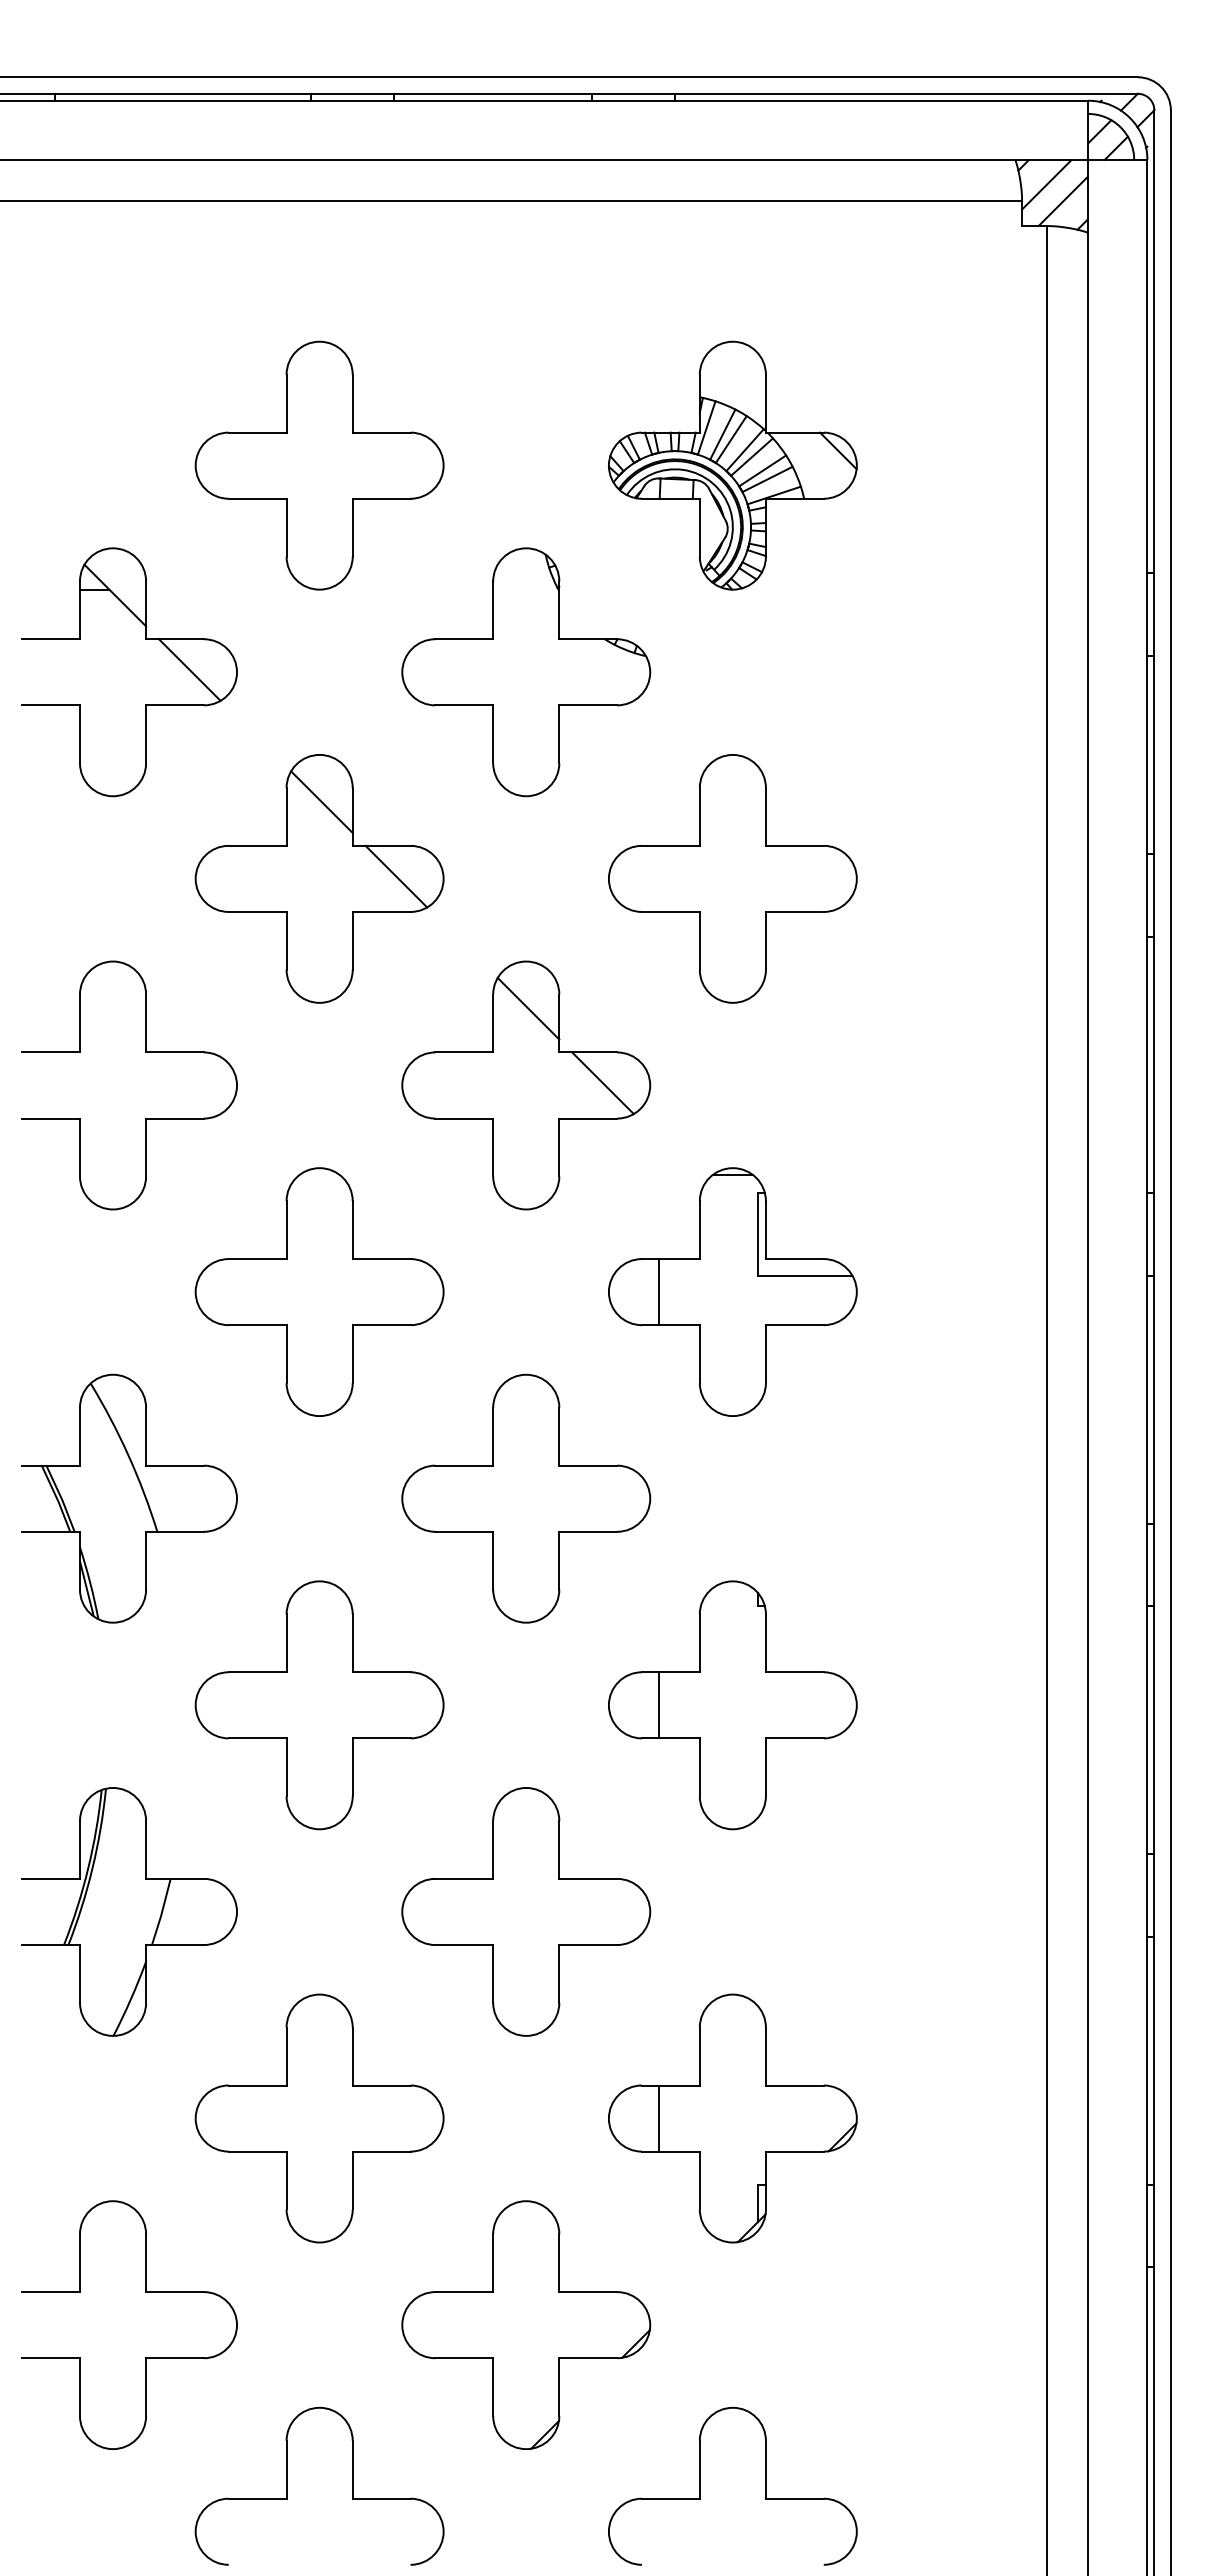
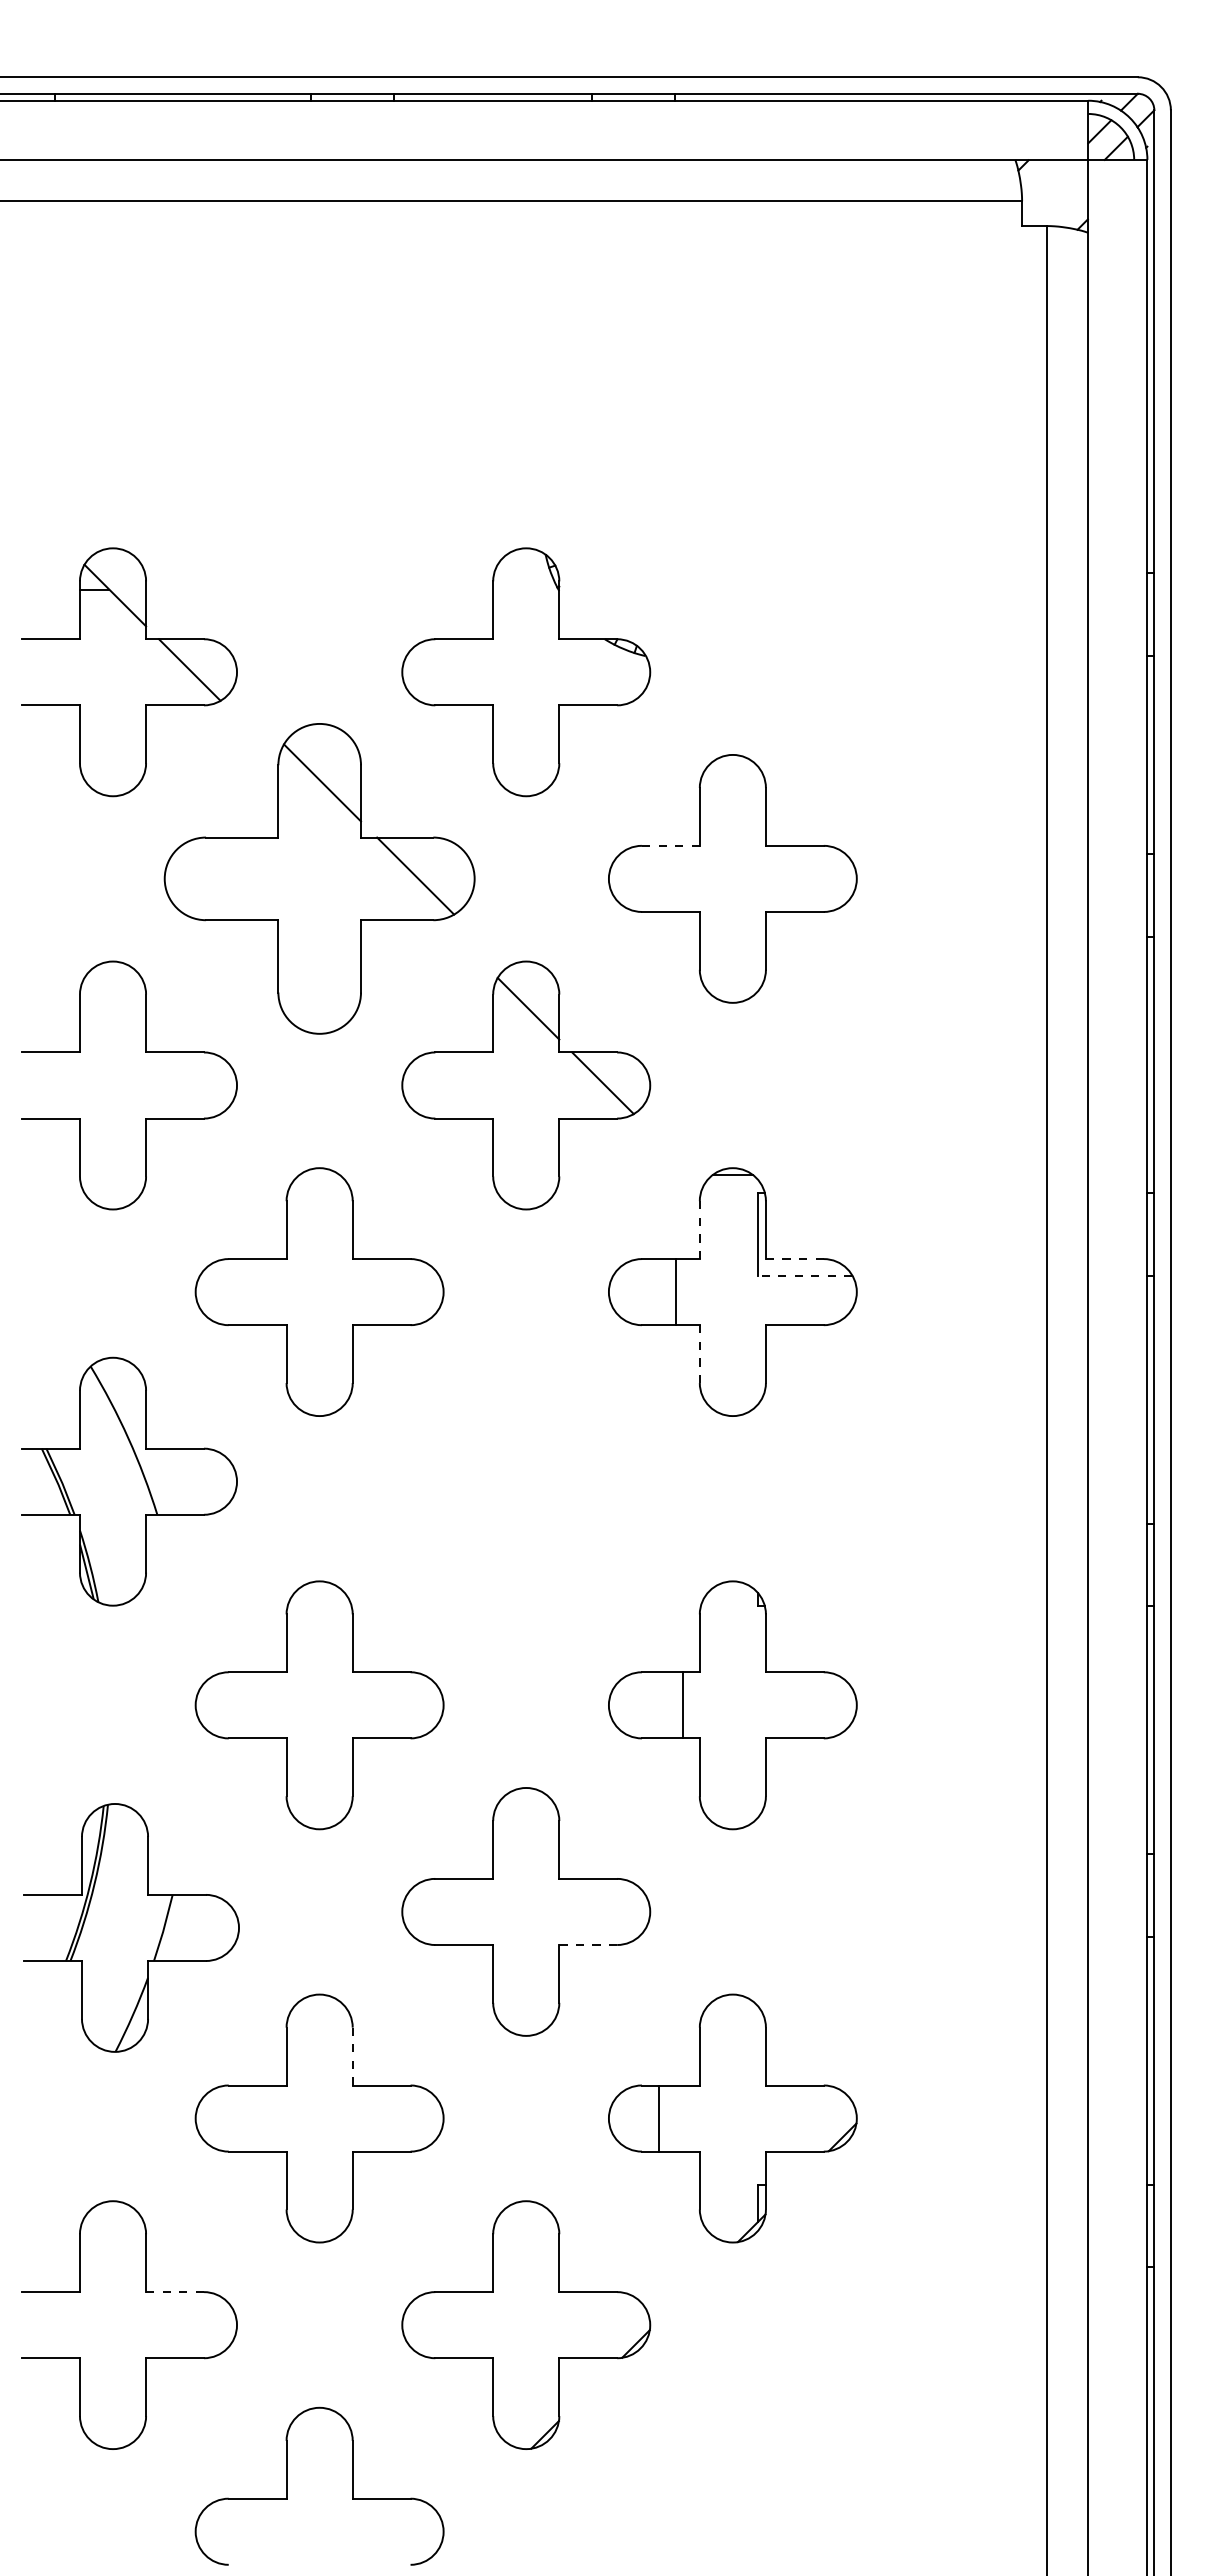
line at (1046, 184): present -> none
line at (1062, 201): present -> none
part at (319, 465): present -> none
part at (732, 465): present -> none
line at (670, 845): solid -> dashed
part at (319, 878) size: 251x250 px -> 313x312 px
line at (699, 1230): solid -> dashed
line at (794, 1259): solid -> dashed
line at (804, 1275): solid -> dashed
line at (658, 1292) position: (658, 1292) -> (675, 1292)
line at (699, 1354): solid -> dashed
part at (129, 1498) position: (129, 1498) -> (129, 1481)
part at (526, 1498): present -> none
line at (658, 1705) position: (658, 1705) -> (682, 1705)
part at (129, 1911) position: (129, 1911) -> (131, 1927)
line at (588, 1945): solid -> dashed
line at (352, 2056): solid -> dashed
line at (175, 2292): solid -> dashed
part at (700, 2485): present -> none
